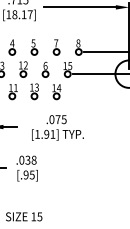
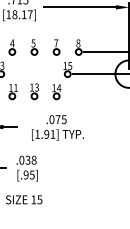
part at (23, 69): present -> none
part at (45, 69): present -> none
text at (24, 216) position: (24, 216) -> (24, 199)
